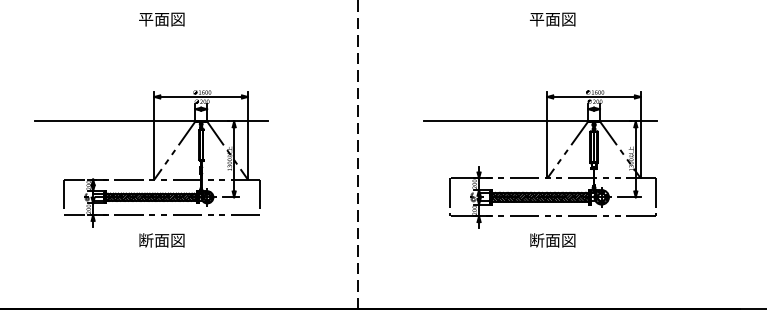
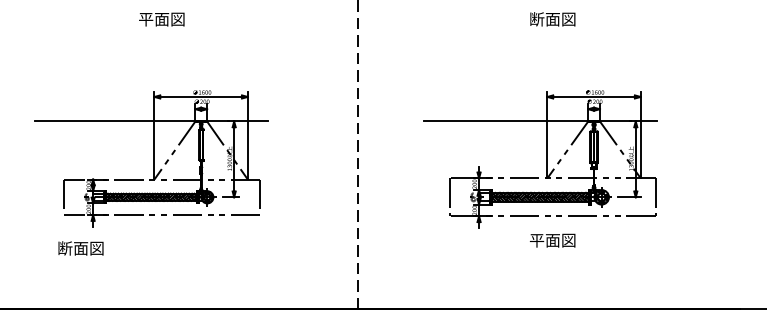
text at (536, 19): 平面図 -> 断面図
text at (161, 240) position: (161, 240) -> (80, 248)
text at (536, 240): 断面図 -> 平面図
